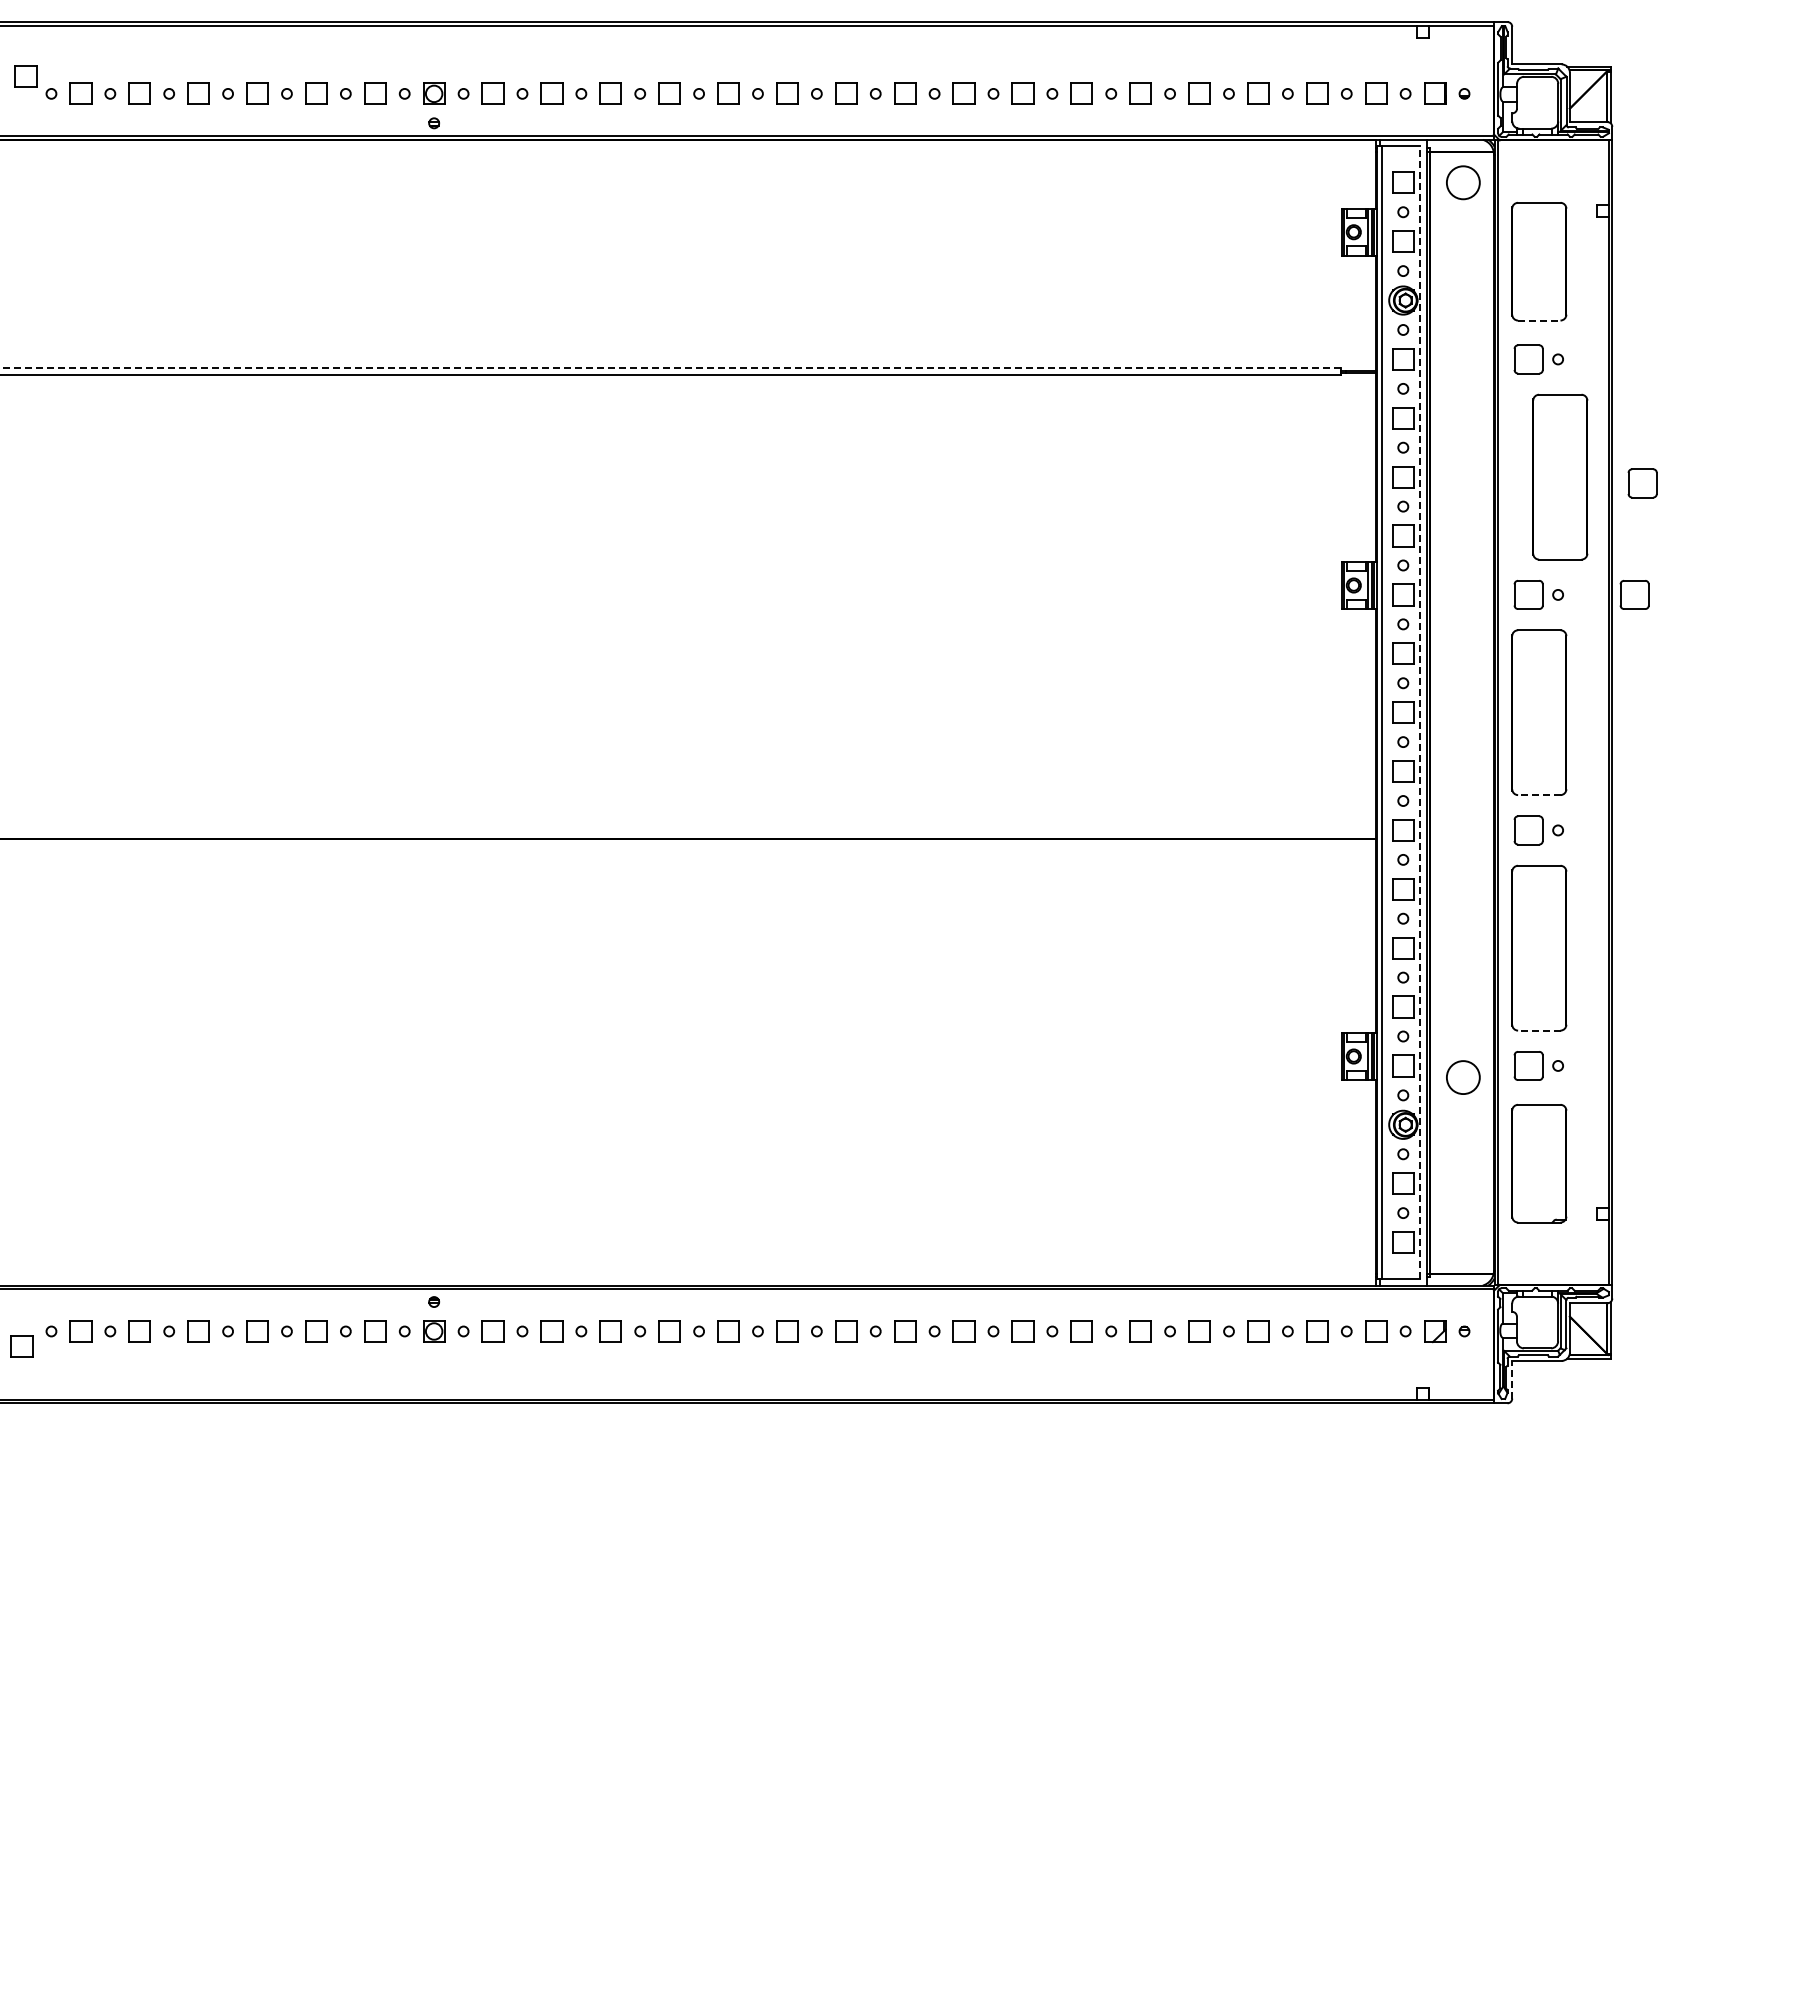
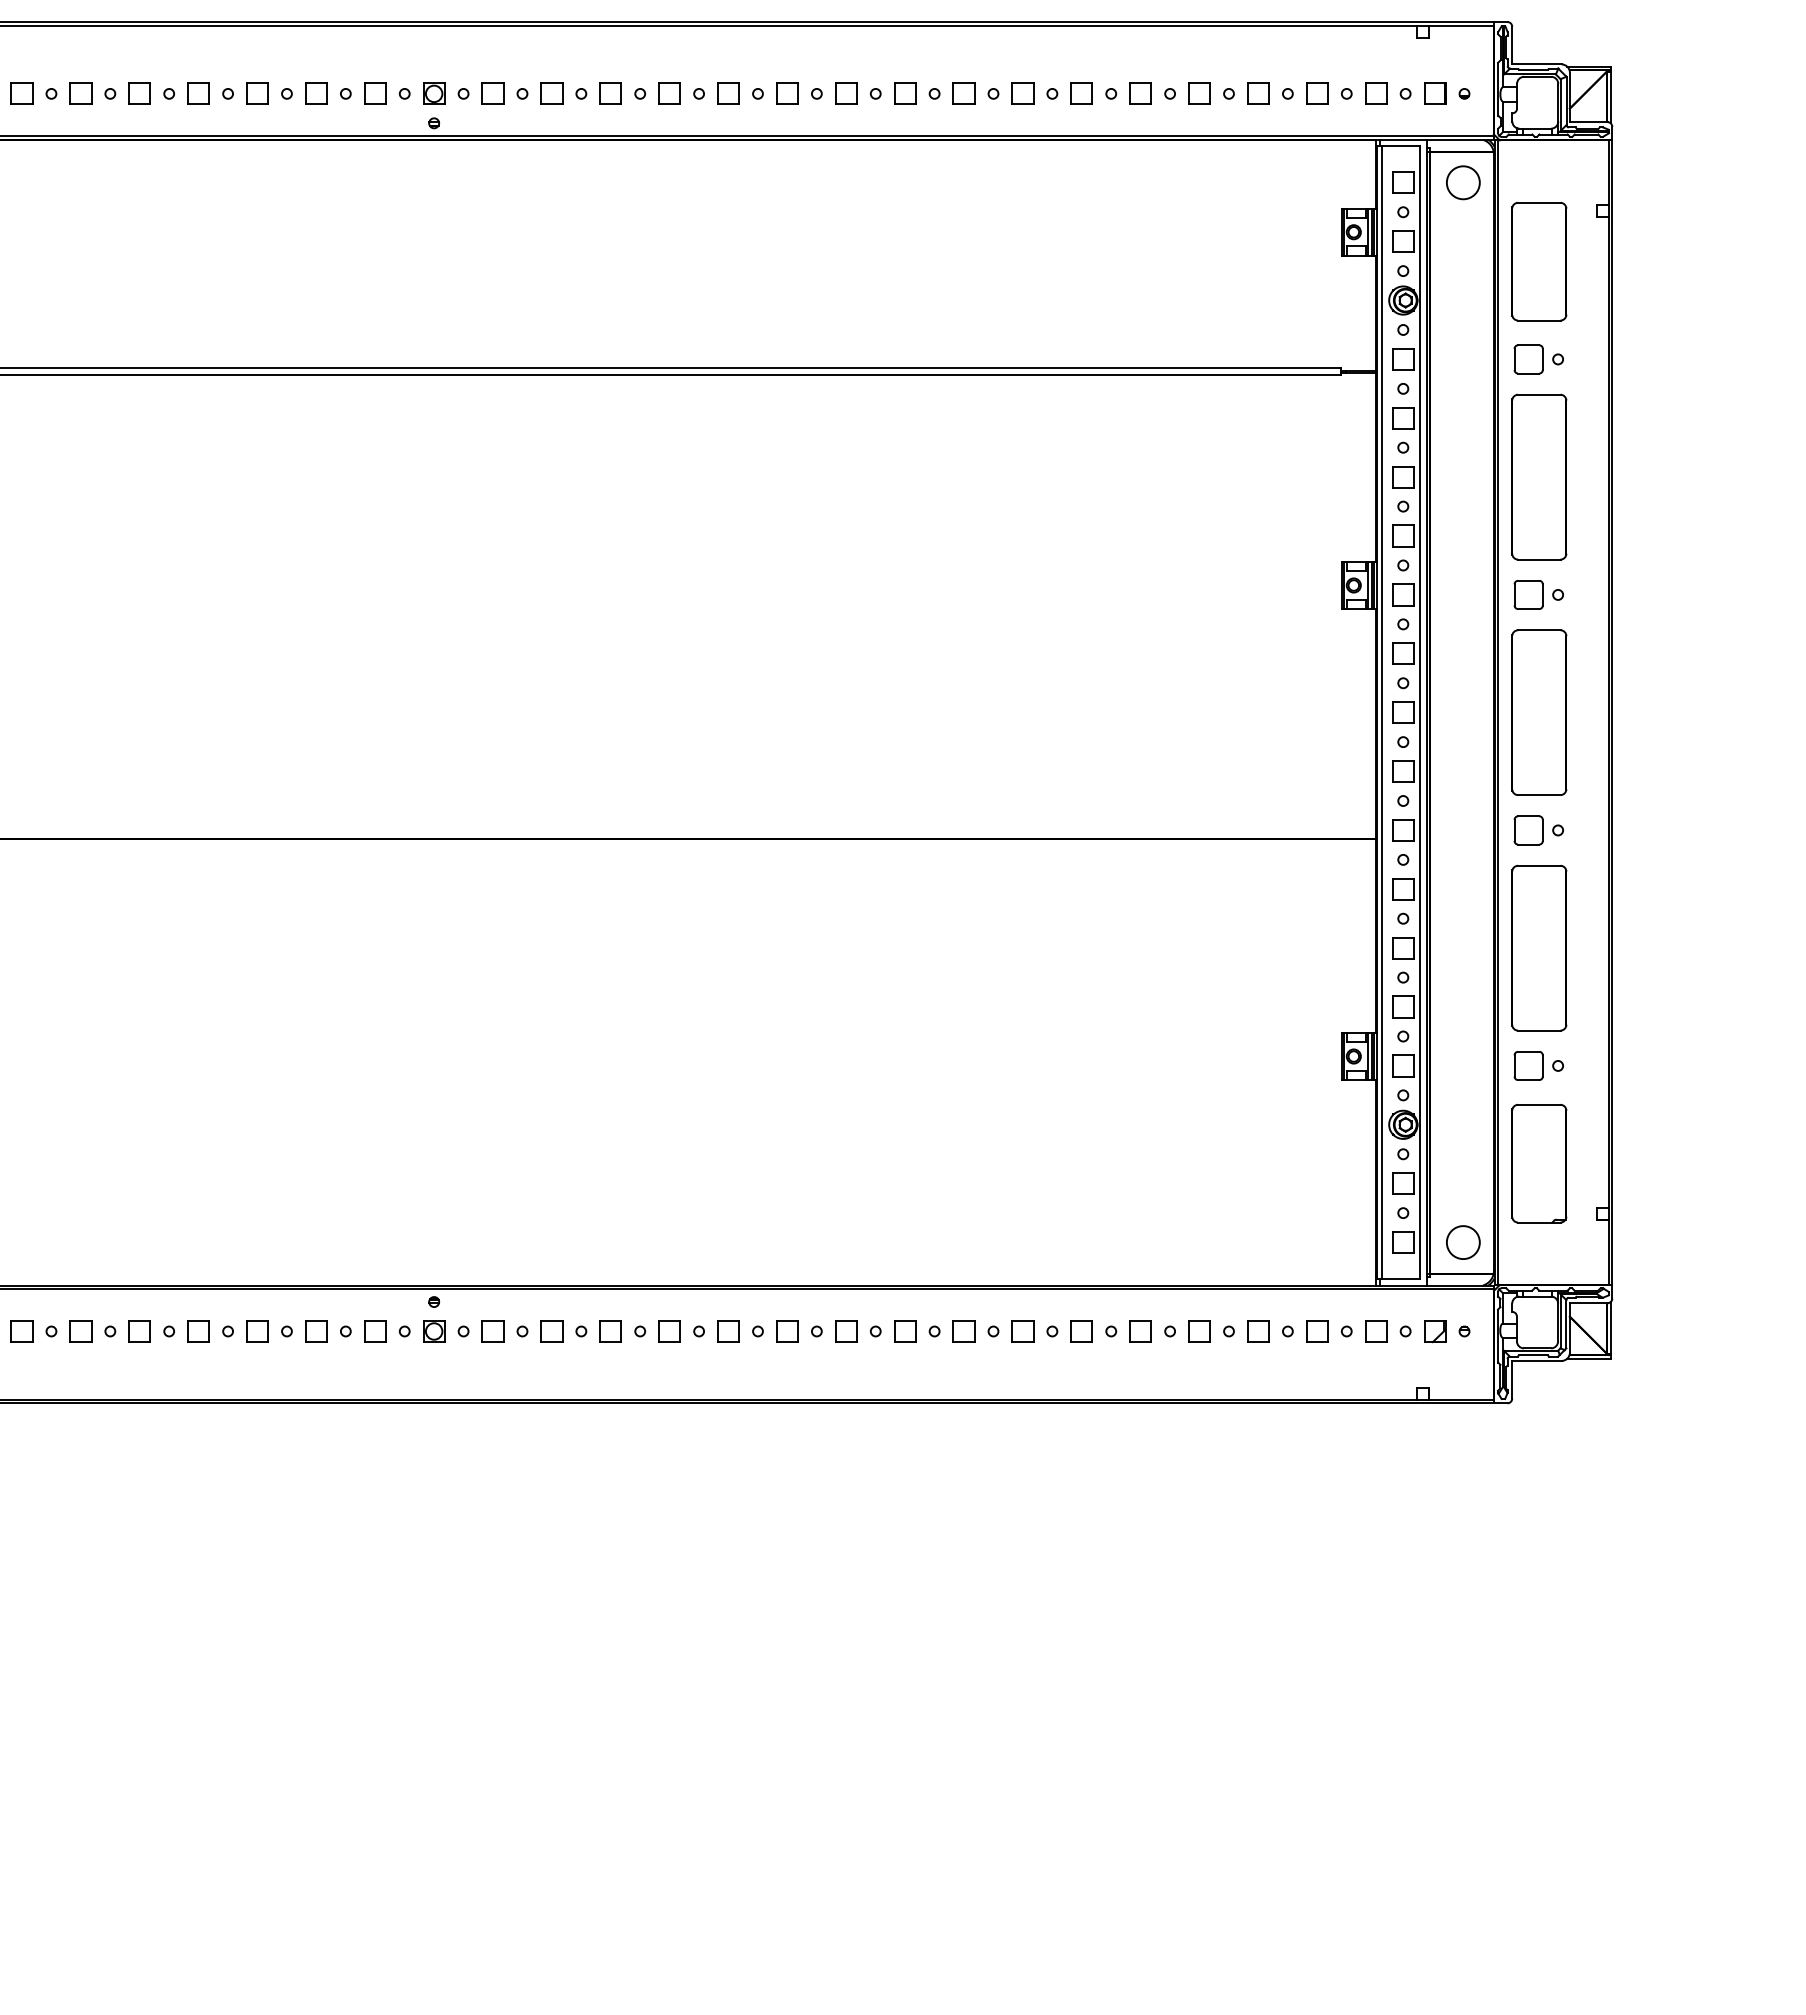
part at (25, 76) position: (25, 76) -> (21, 93)
line at (1539, 320): dashed -> solid
line at (670, 368): dashed -> solid
part at (1560, 476) position: (1560, 476) -> (1539, 476)
part at (1642, 483): present -> none
part at (1634, 594): present -> none
line at (1419, 712): dashed -> solid
line at (1538, 795): dashed -> solid
line at (1538, 1030): dashed -> solid
circle at (1463, 1077) position: (1463, 1077) -> (1463, 1242)
part at (21, 1346) position: (21, 1346) -> (21, 1331)
line at (1512, 1379): dashed -> solid
